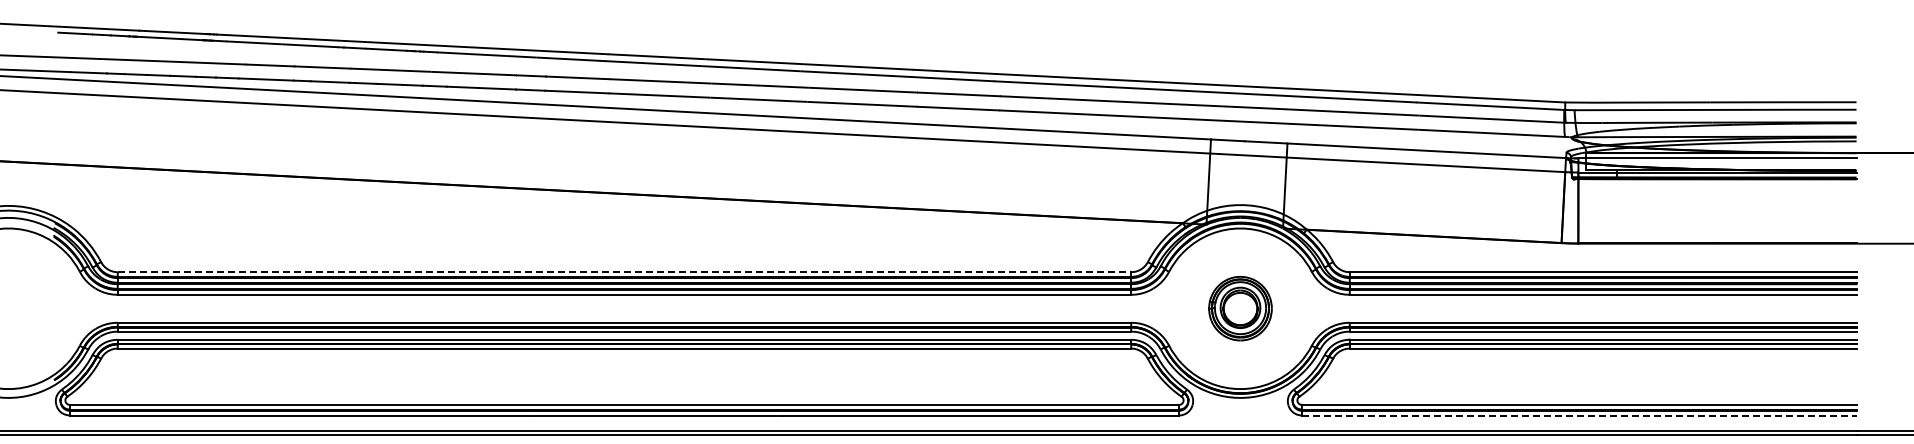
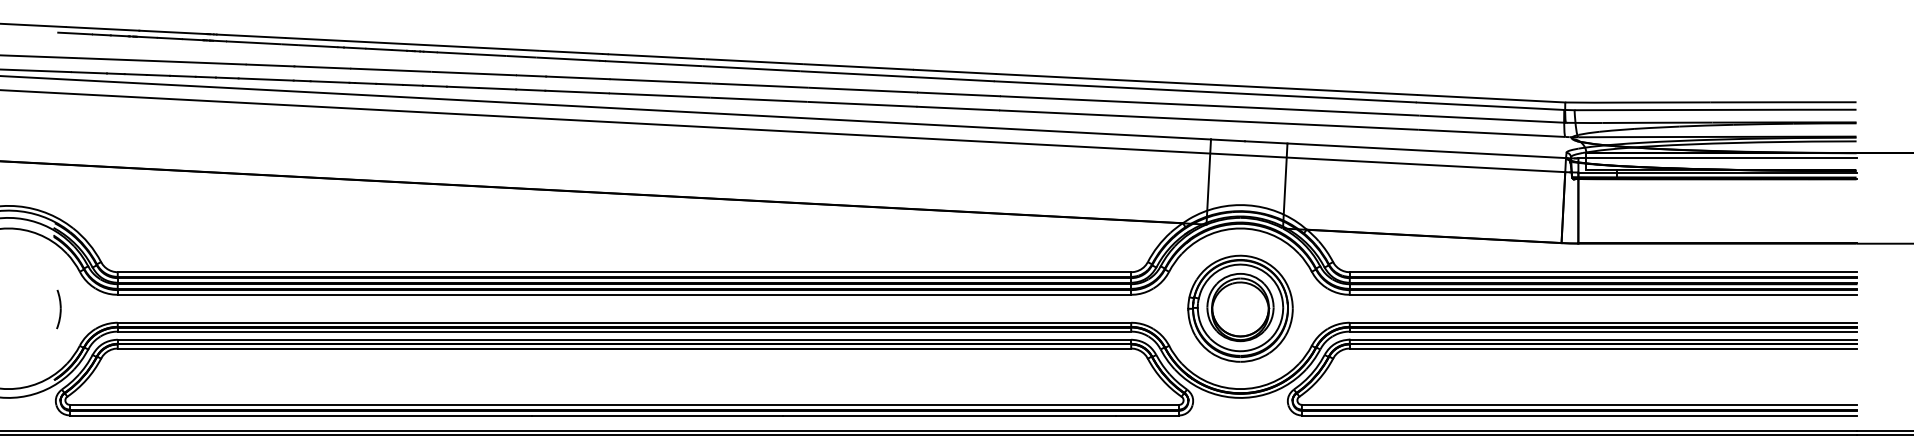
line at (624, 272): dashed -> solid
part at (1240, 308) size: 65x67 px -> 107x109 px
part at (58, 309): none -> present
line at (1579, 415): dashed -> solid
